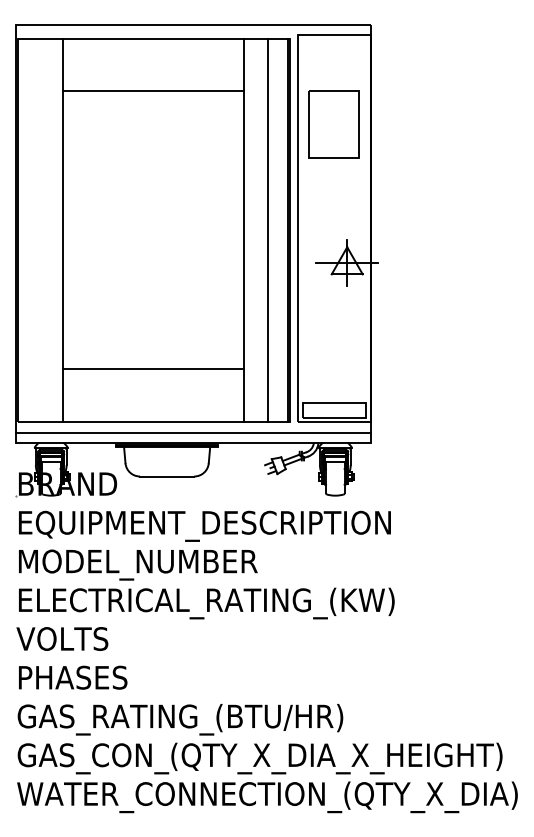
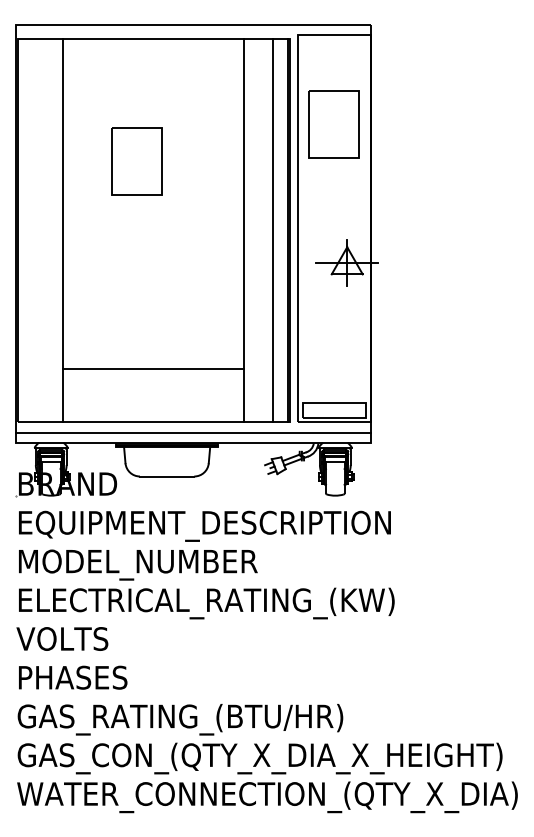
line at (152, 91): present -> none
part at (136, 161): none -> present
line at (267, 229) position: (267, 229) -> (272, 229)
